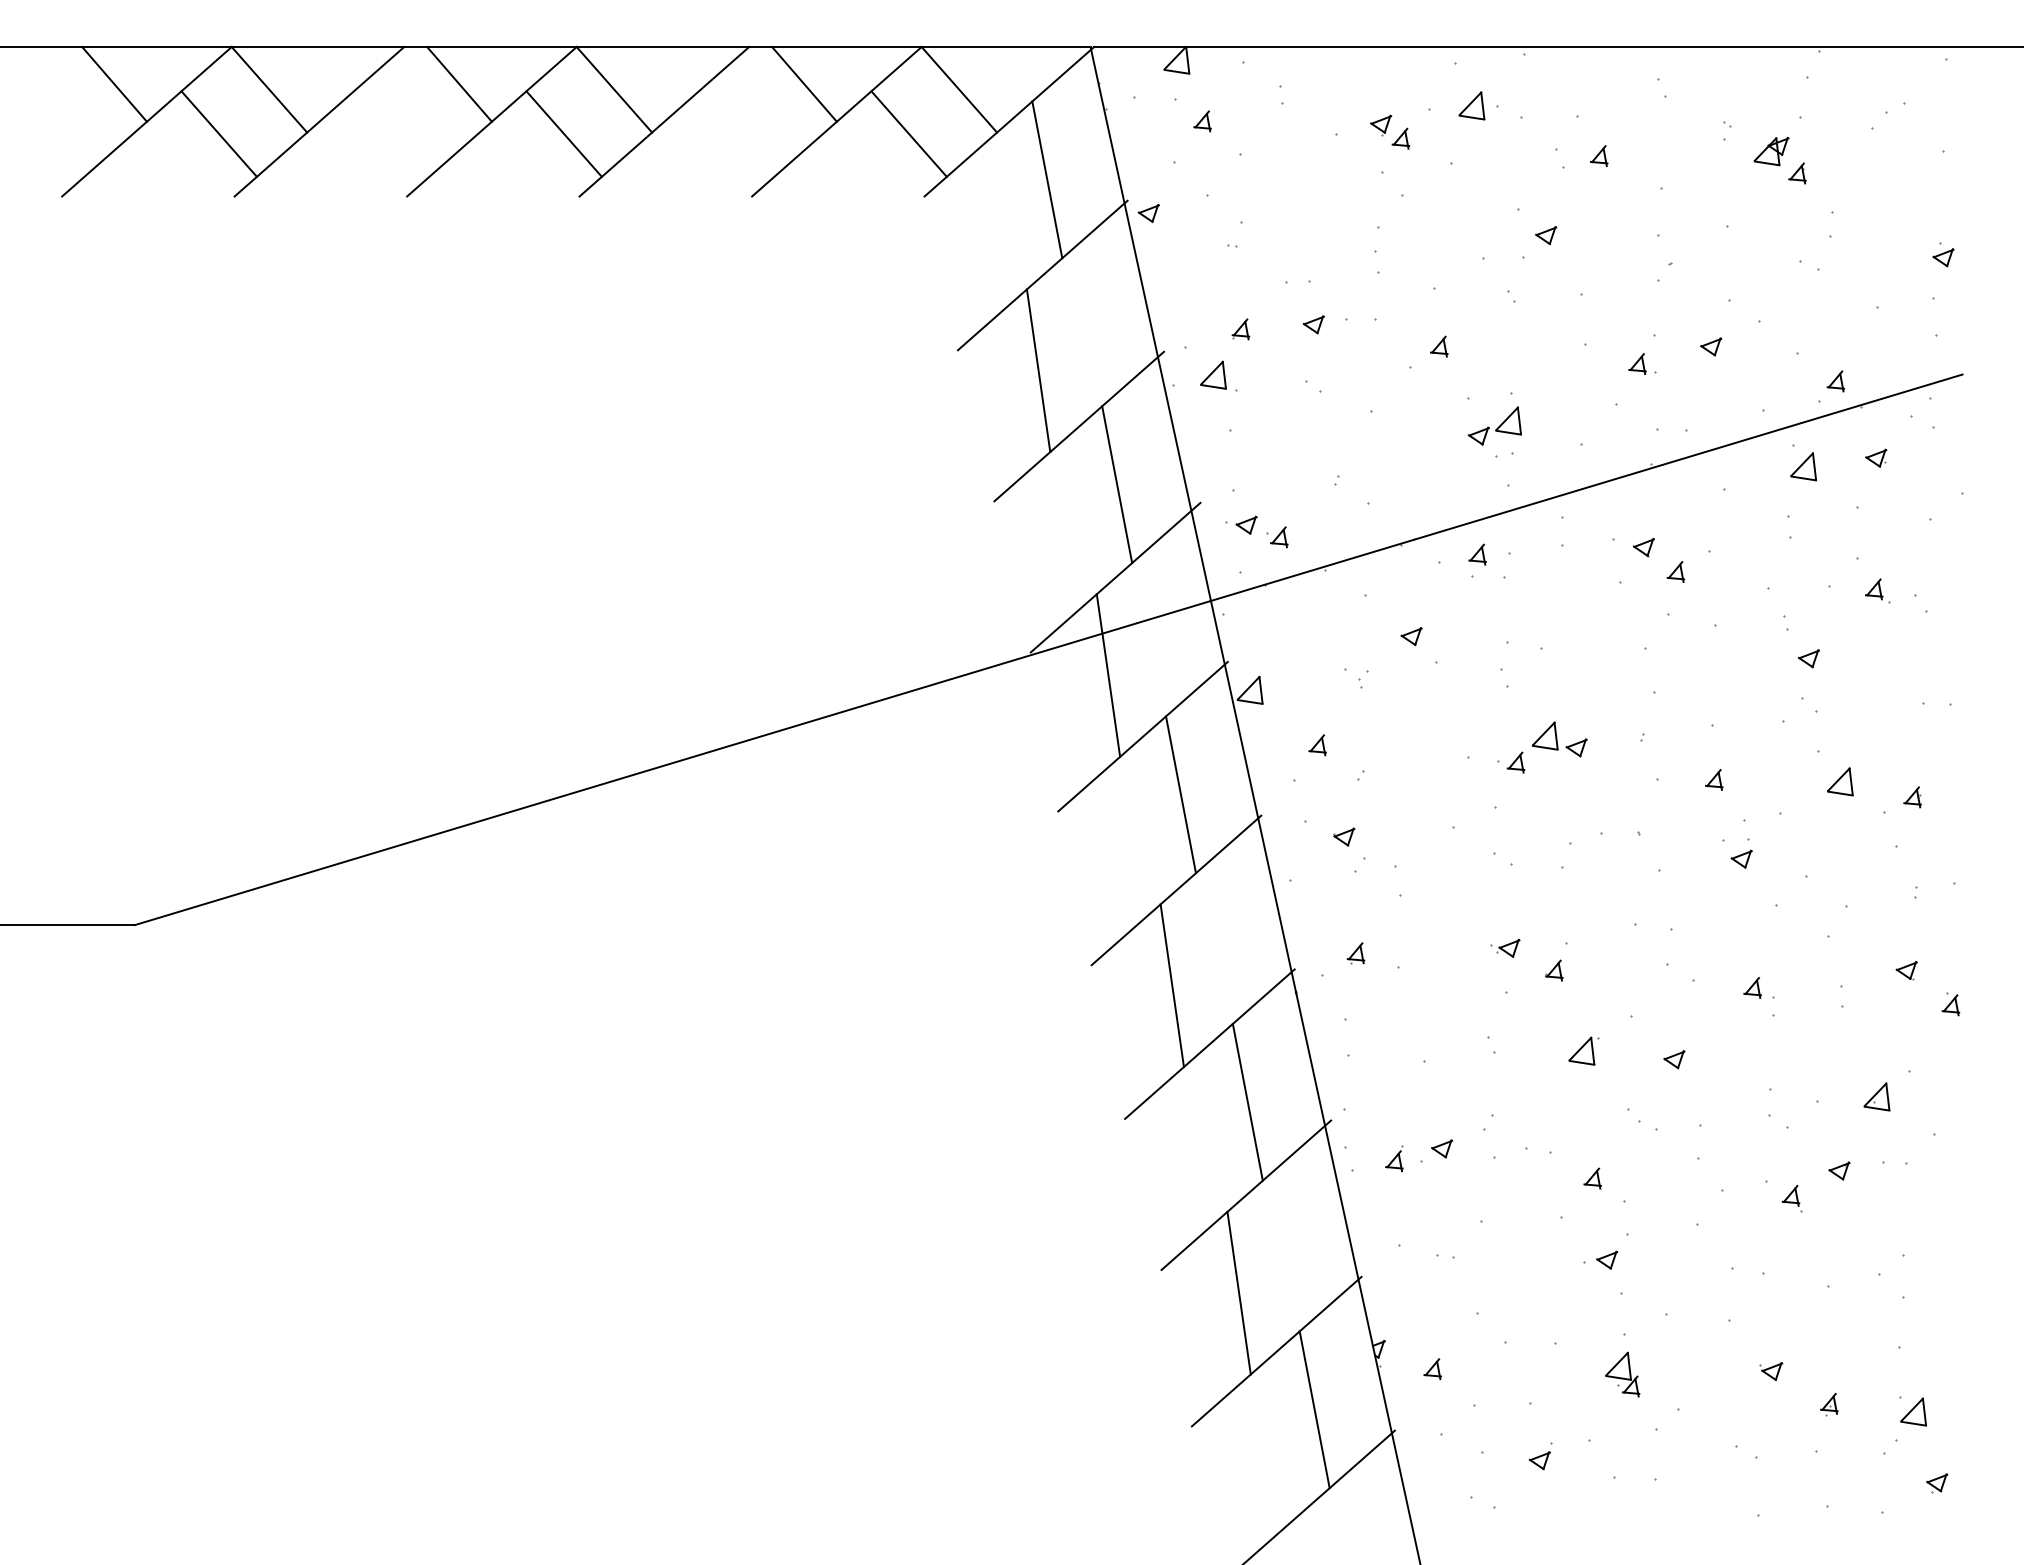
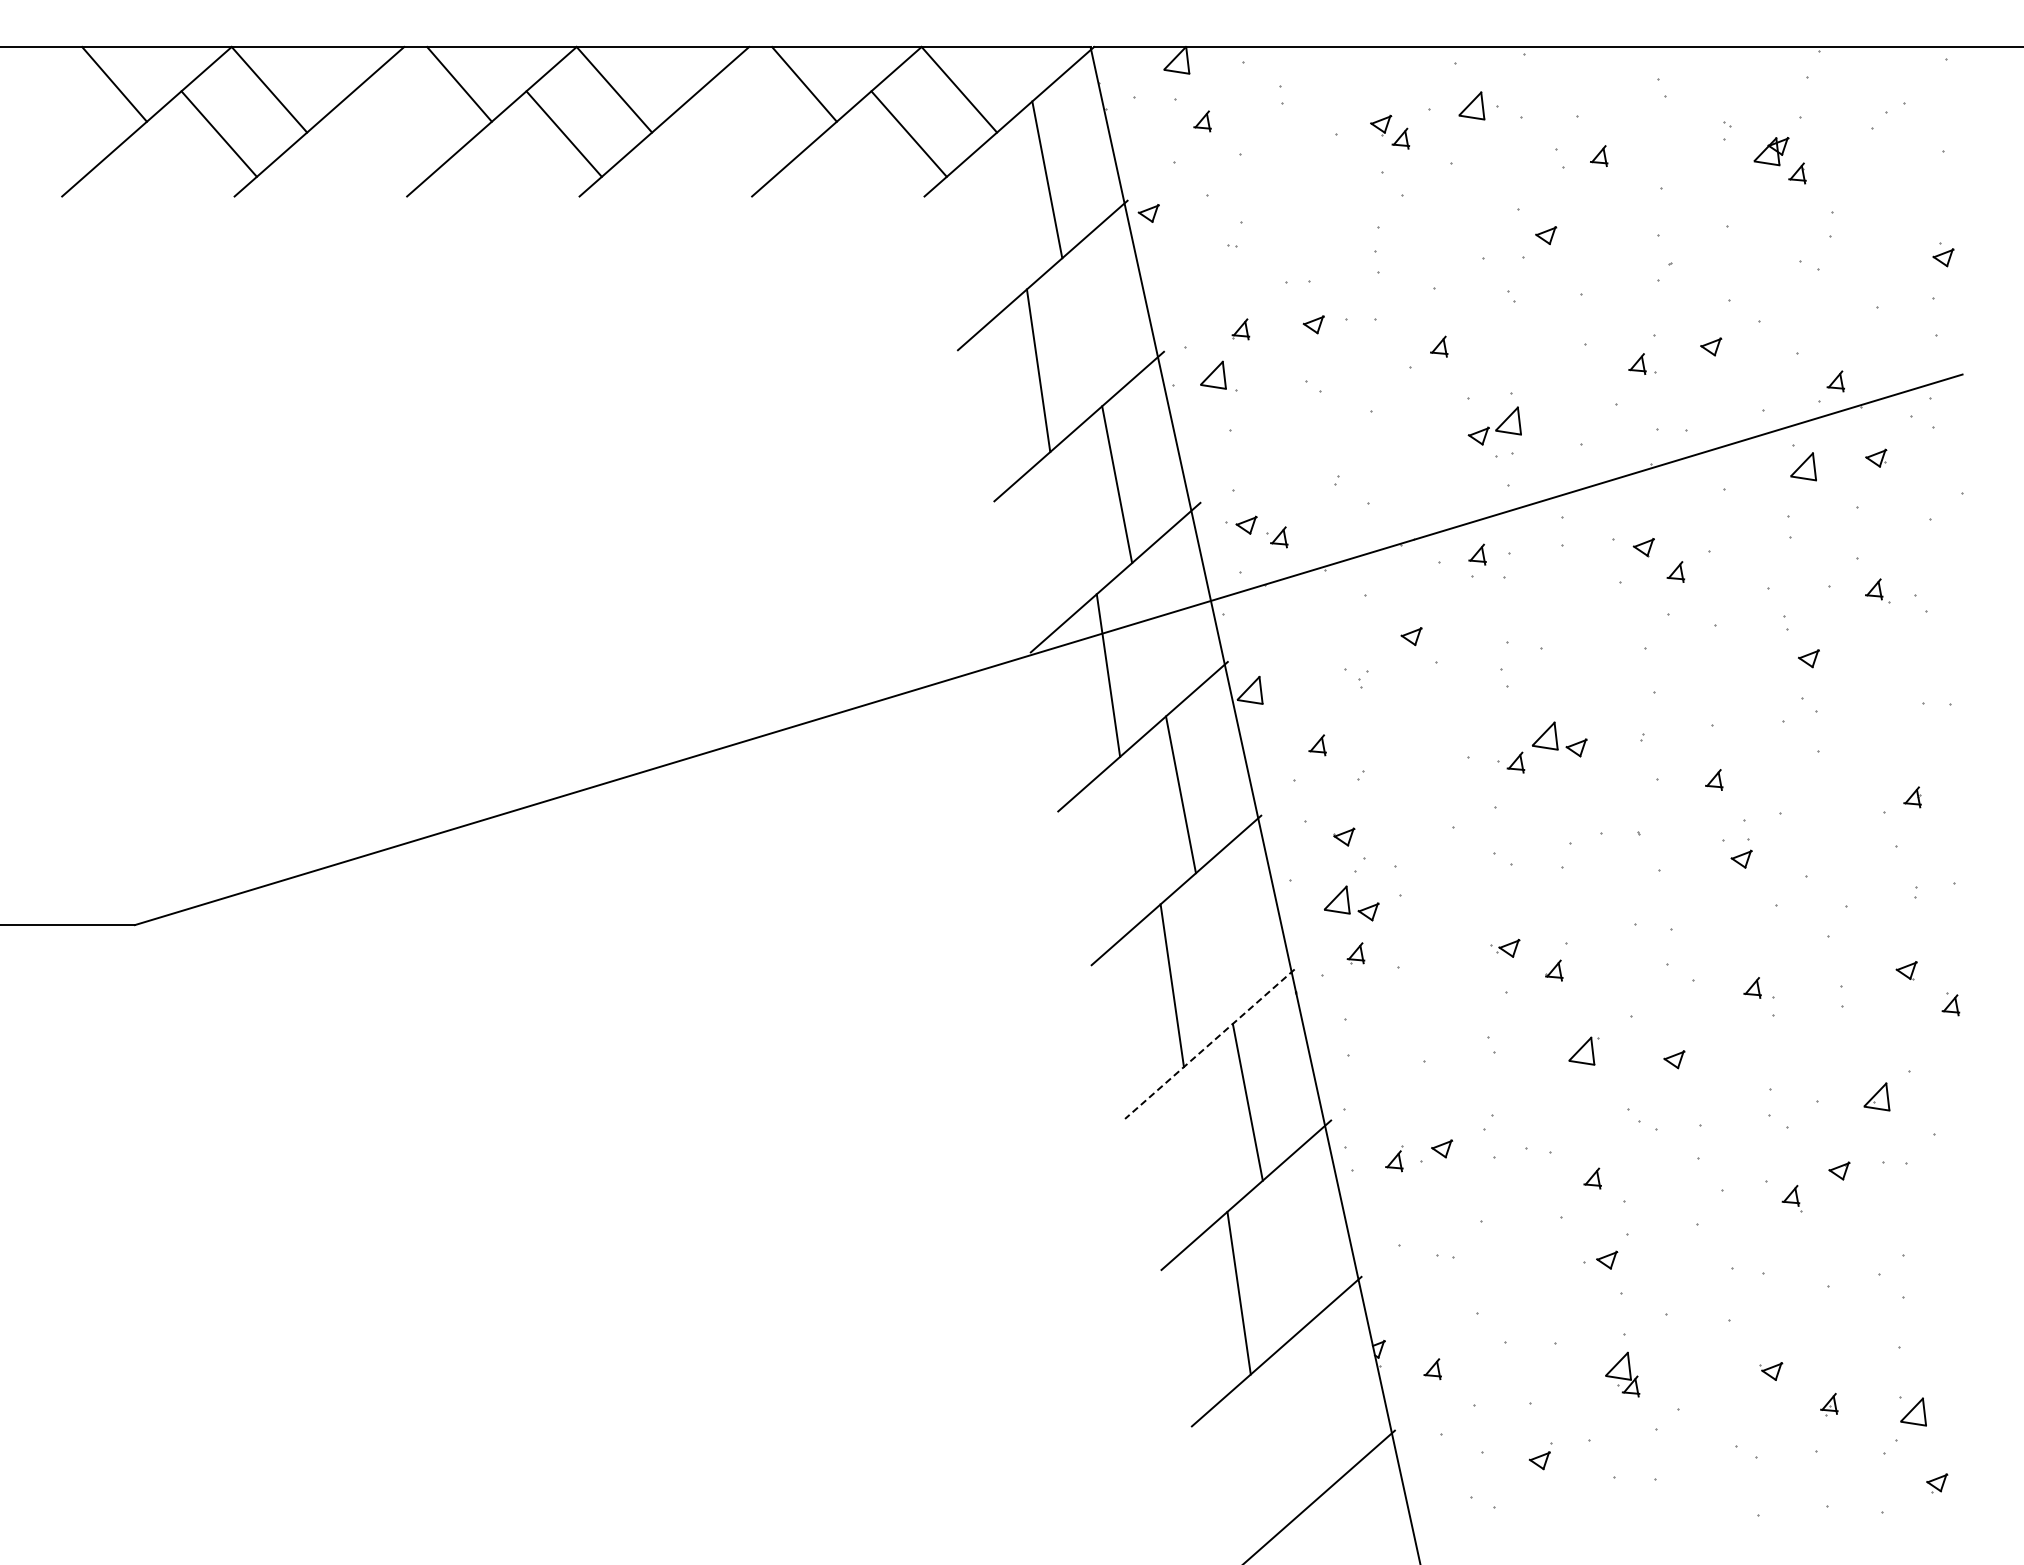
part at (1840, 781): present -> none
part at (1351, 903): none -> present
line at (1209, 1044): solid -> dashed
line at (1314, 1409): present -> none
